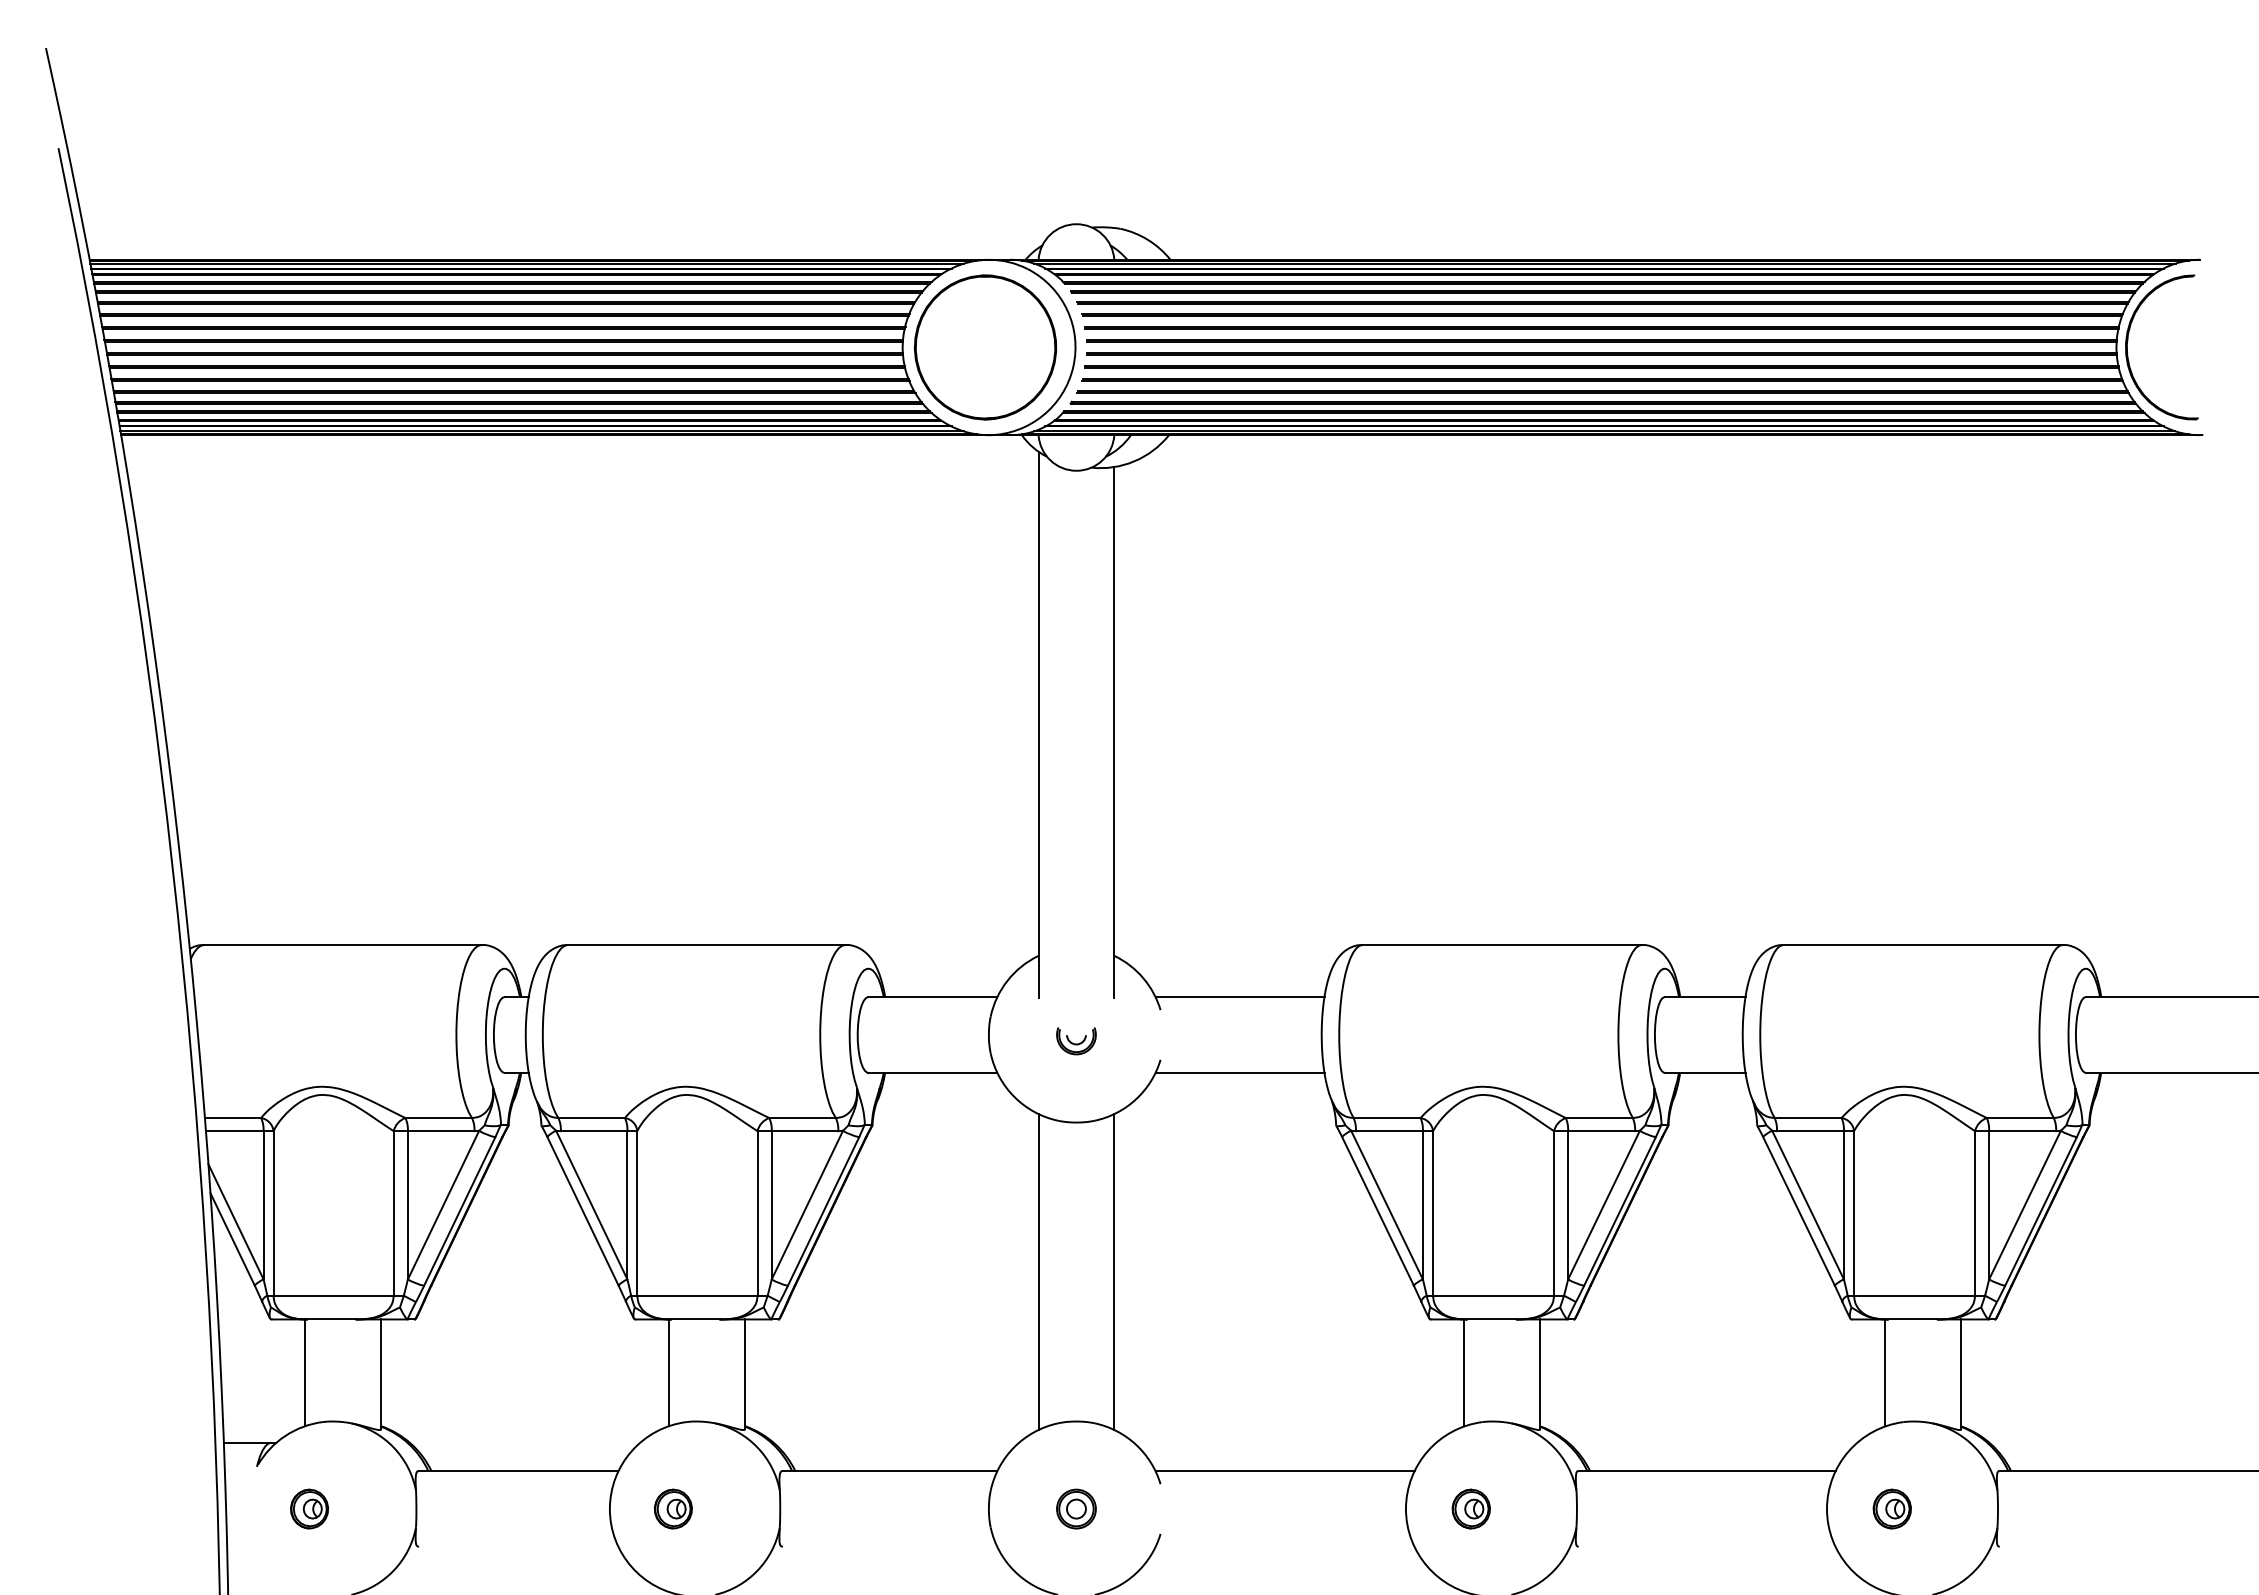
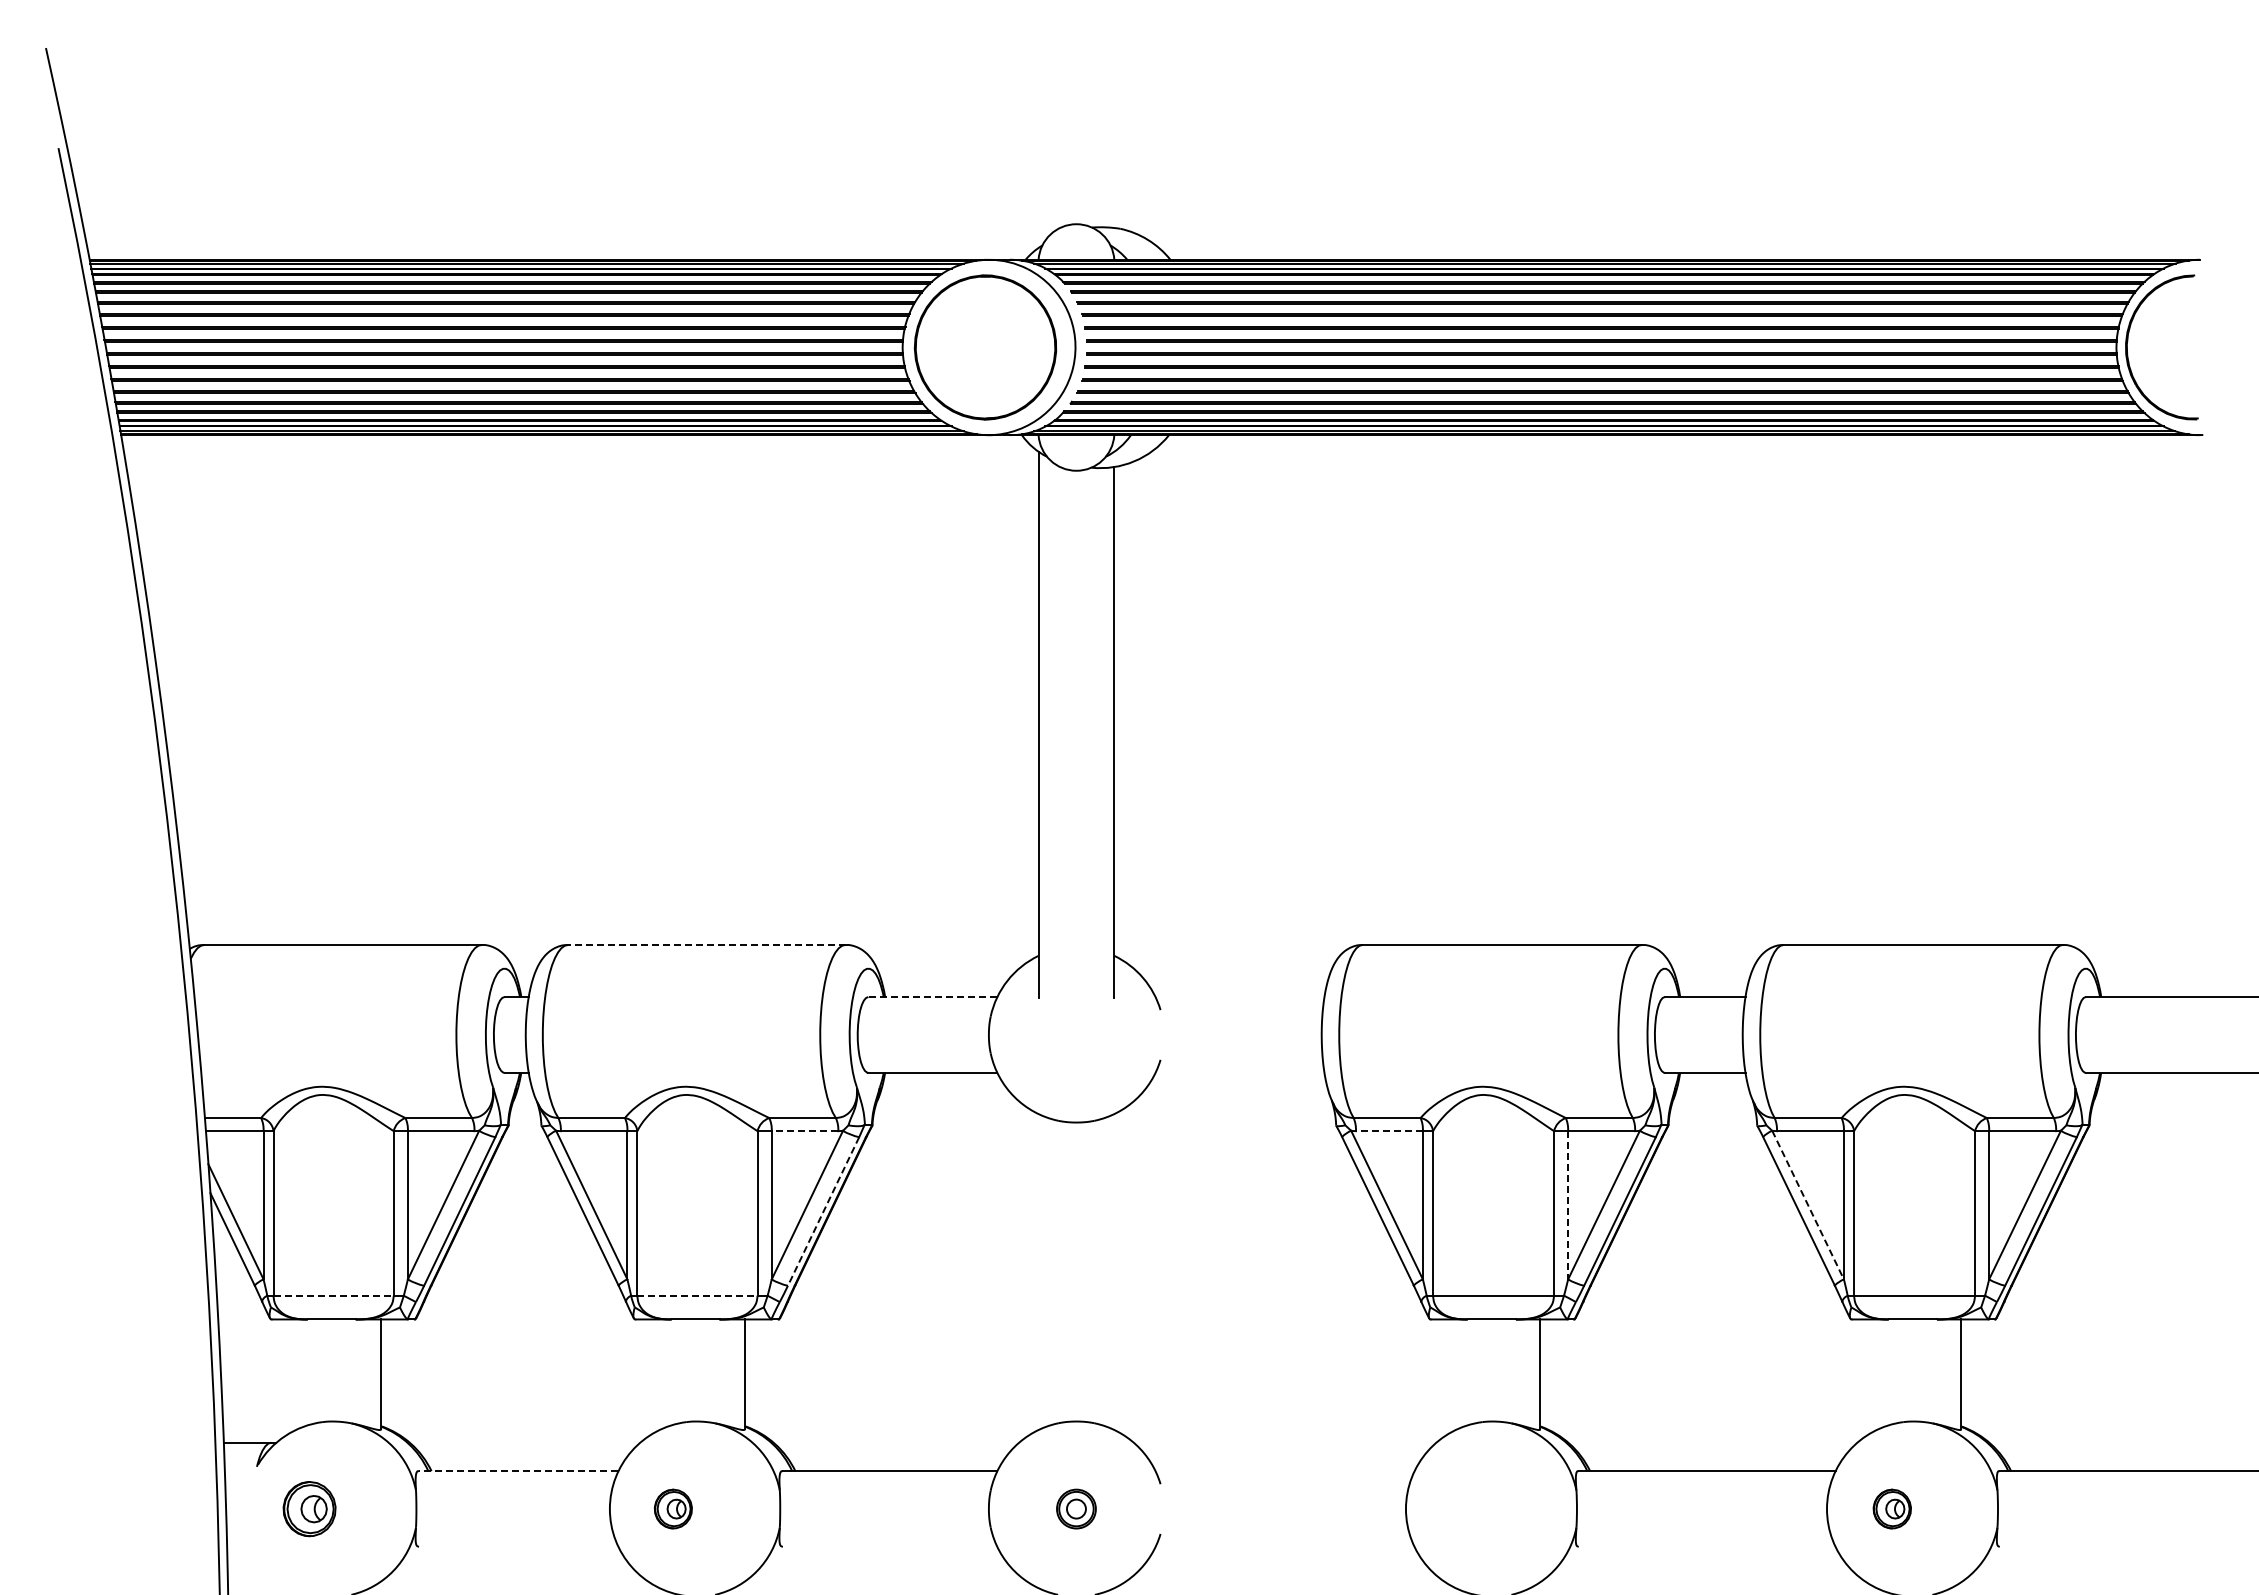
line at (706, 944): solid -> dashed
line at (932, 997): solid -> dashed
line at (1239, 997): present -> none
part at (1076, 1041): present -> none
line at (1239, 1072): present -> none
line at (804, 1131): solid -> dashed
line at (1388, 1131): solid -> dashed
line at (1568, 1205): solid -> dashed
line at (1808, 1205): solid -> dashed
line at (823, 1211): solid -> dashed
line at (1038, 1272): present -> none
line at (1114, 1272): present -> none
line at (334, 1295): solid -> dashed
line at (697, 1295): solid -> dashed
line at (305, 1372): present -> none
line at (669, 1372): present -> none
line at (1464, 1372): present -> none
line at (1885, 1372): present -> none
line at (518, 1471): solid -> dashed
line at (1284, 1471): present -> none
part at (309, 1508) size: 39x42 px -> 55x57 px
part at (1470, 1508): present -> none
